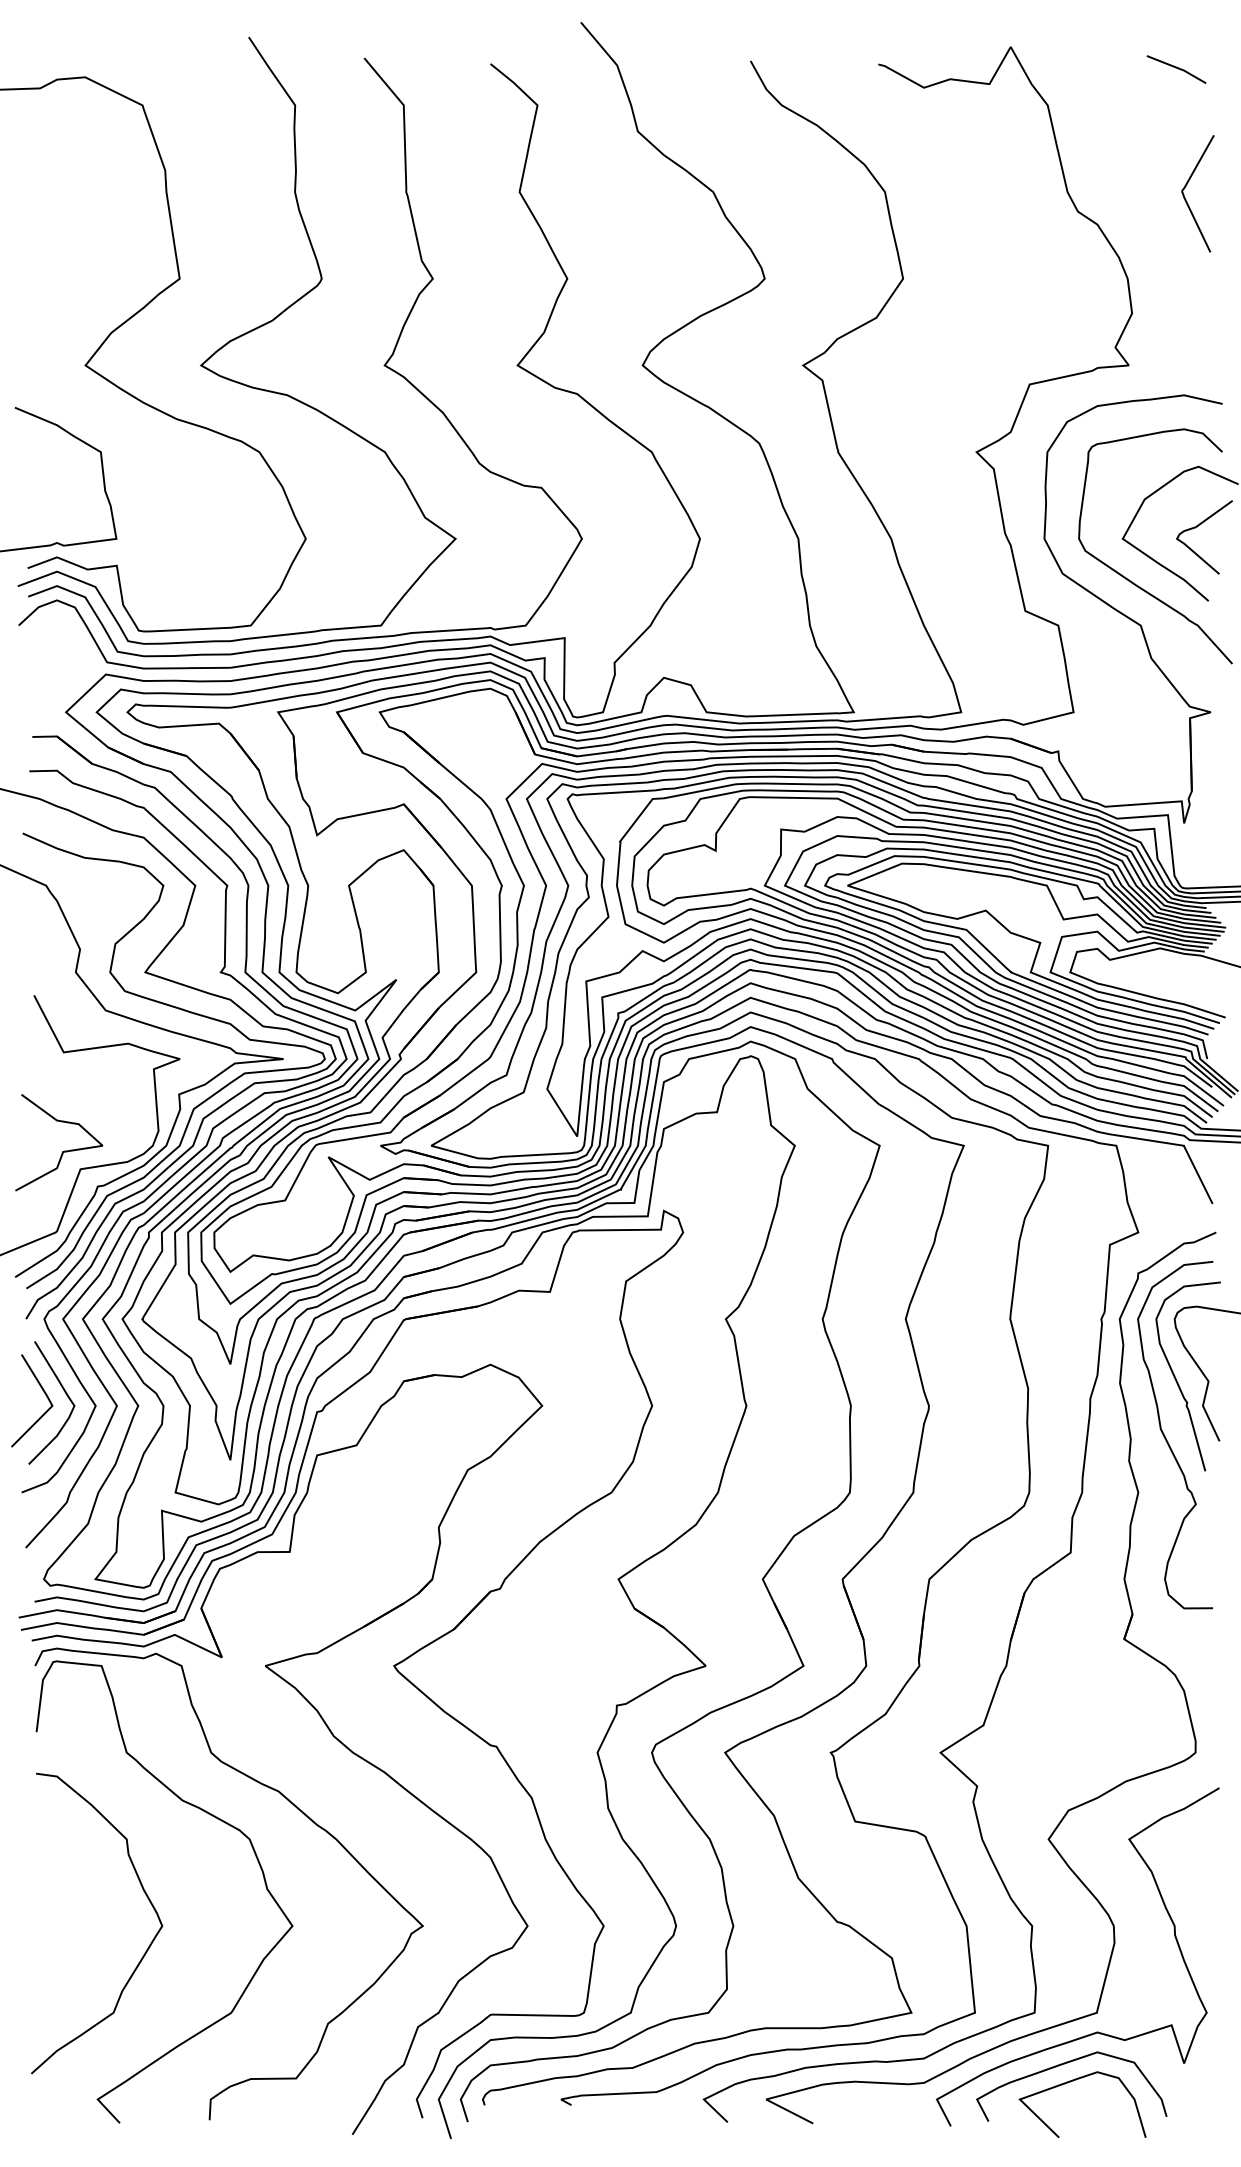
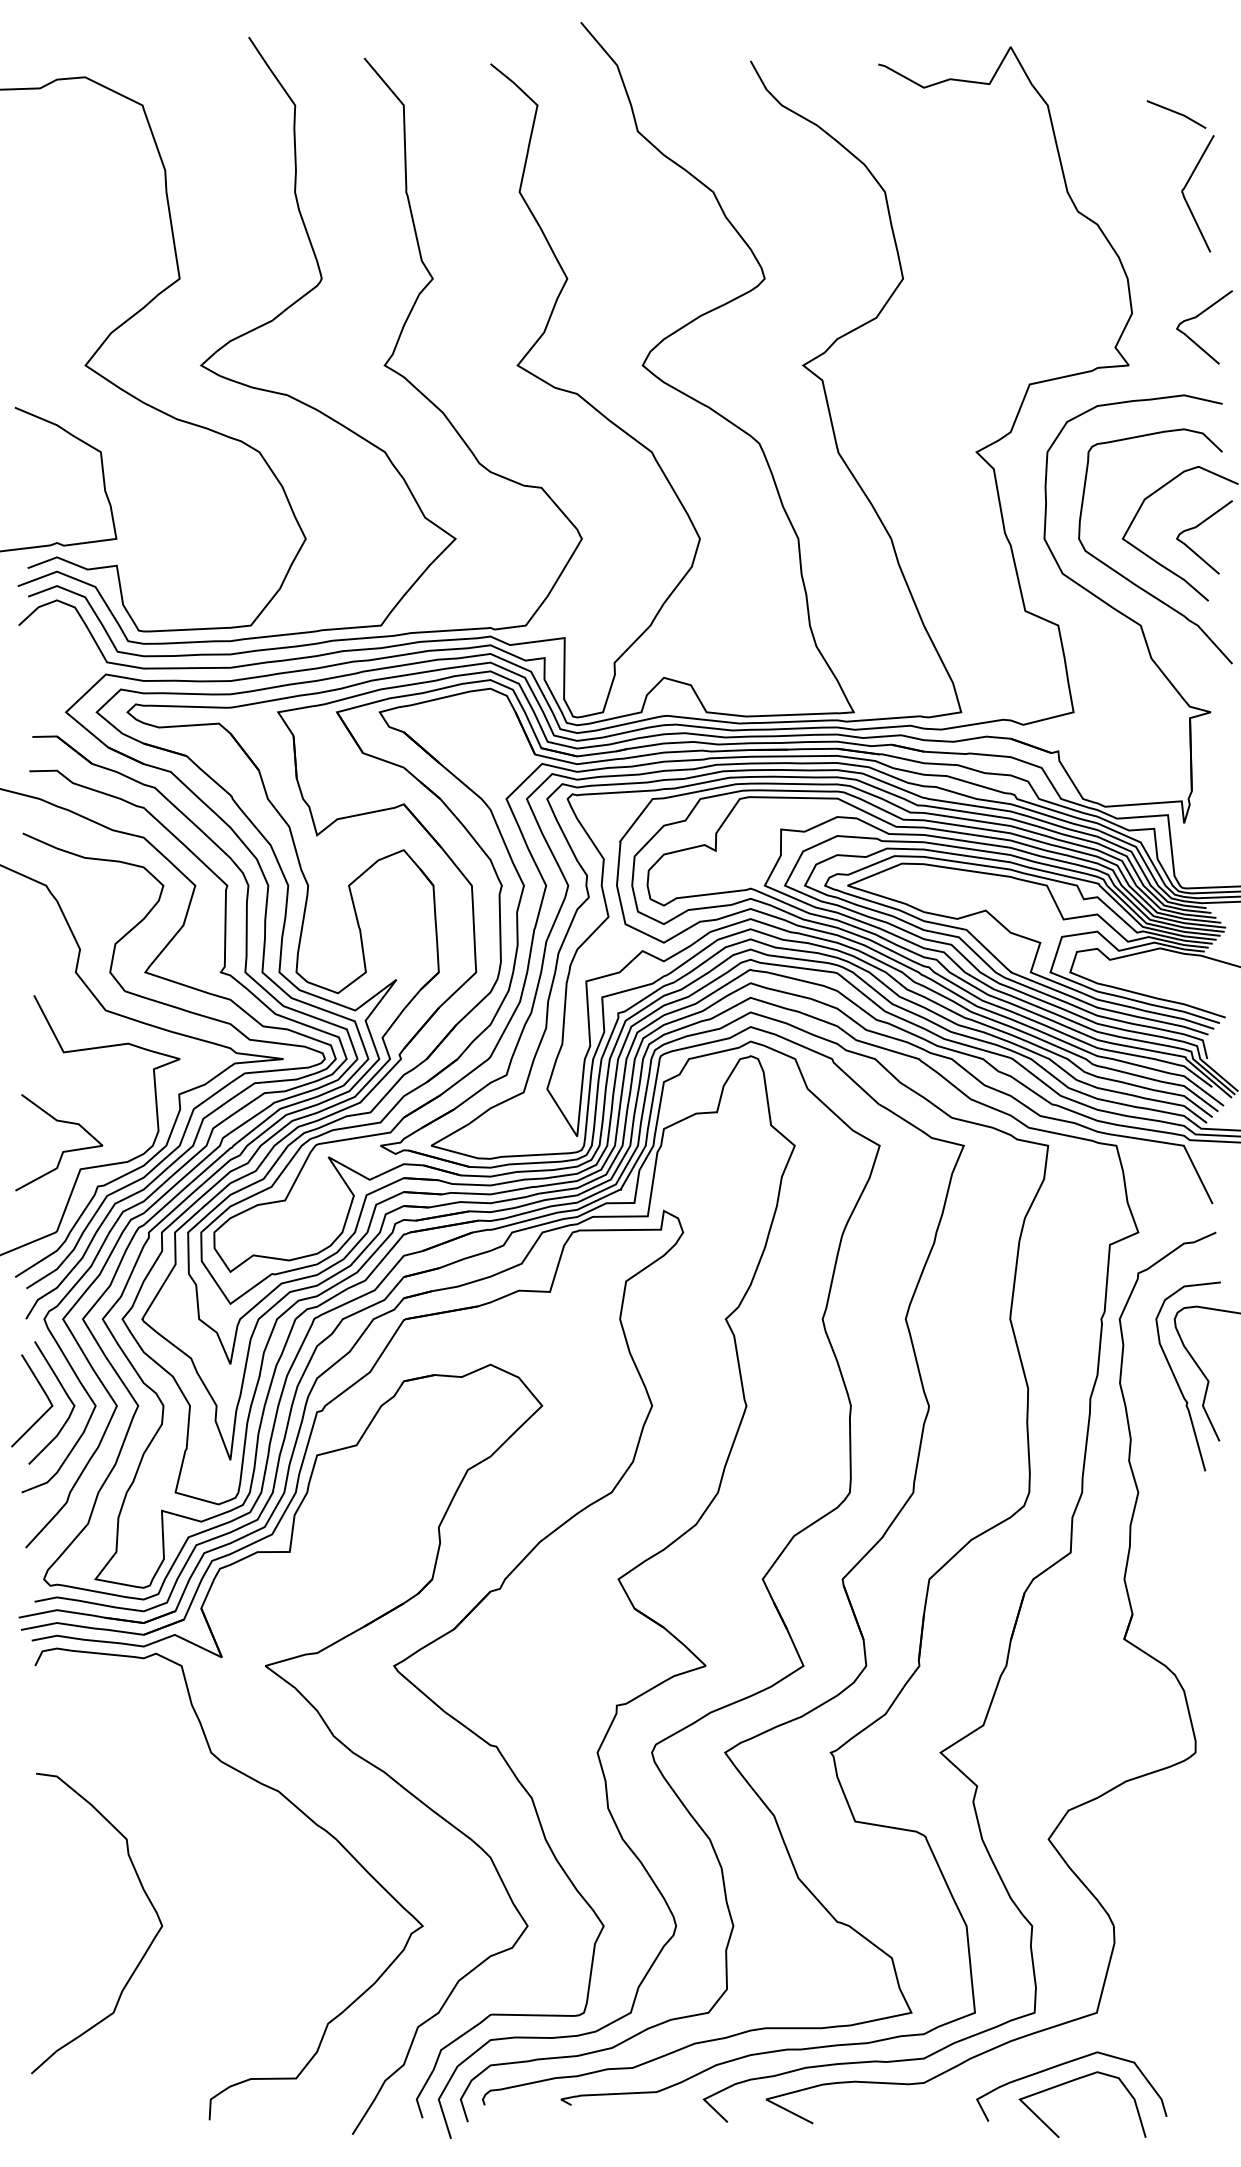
line at (1176, 68) position: (1176, 68) -> (1176, 113)
curve at (1197, 317): none -> present
curve at (1167, 1440): present -> none
curve at (206, 1813): present -> none
curve at (1096, 2031): present -> none
